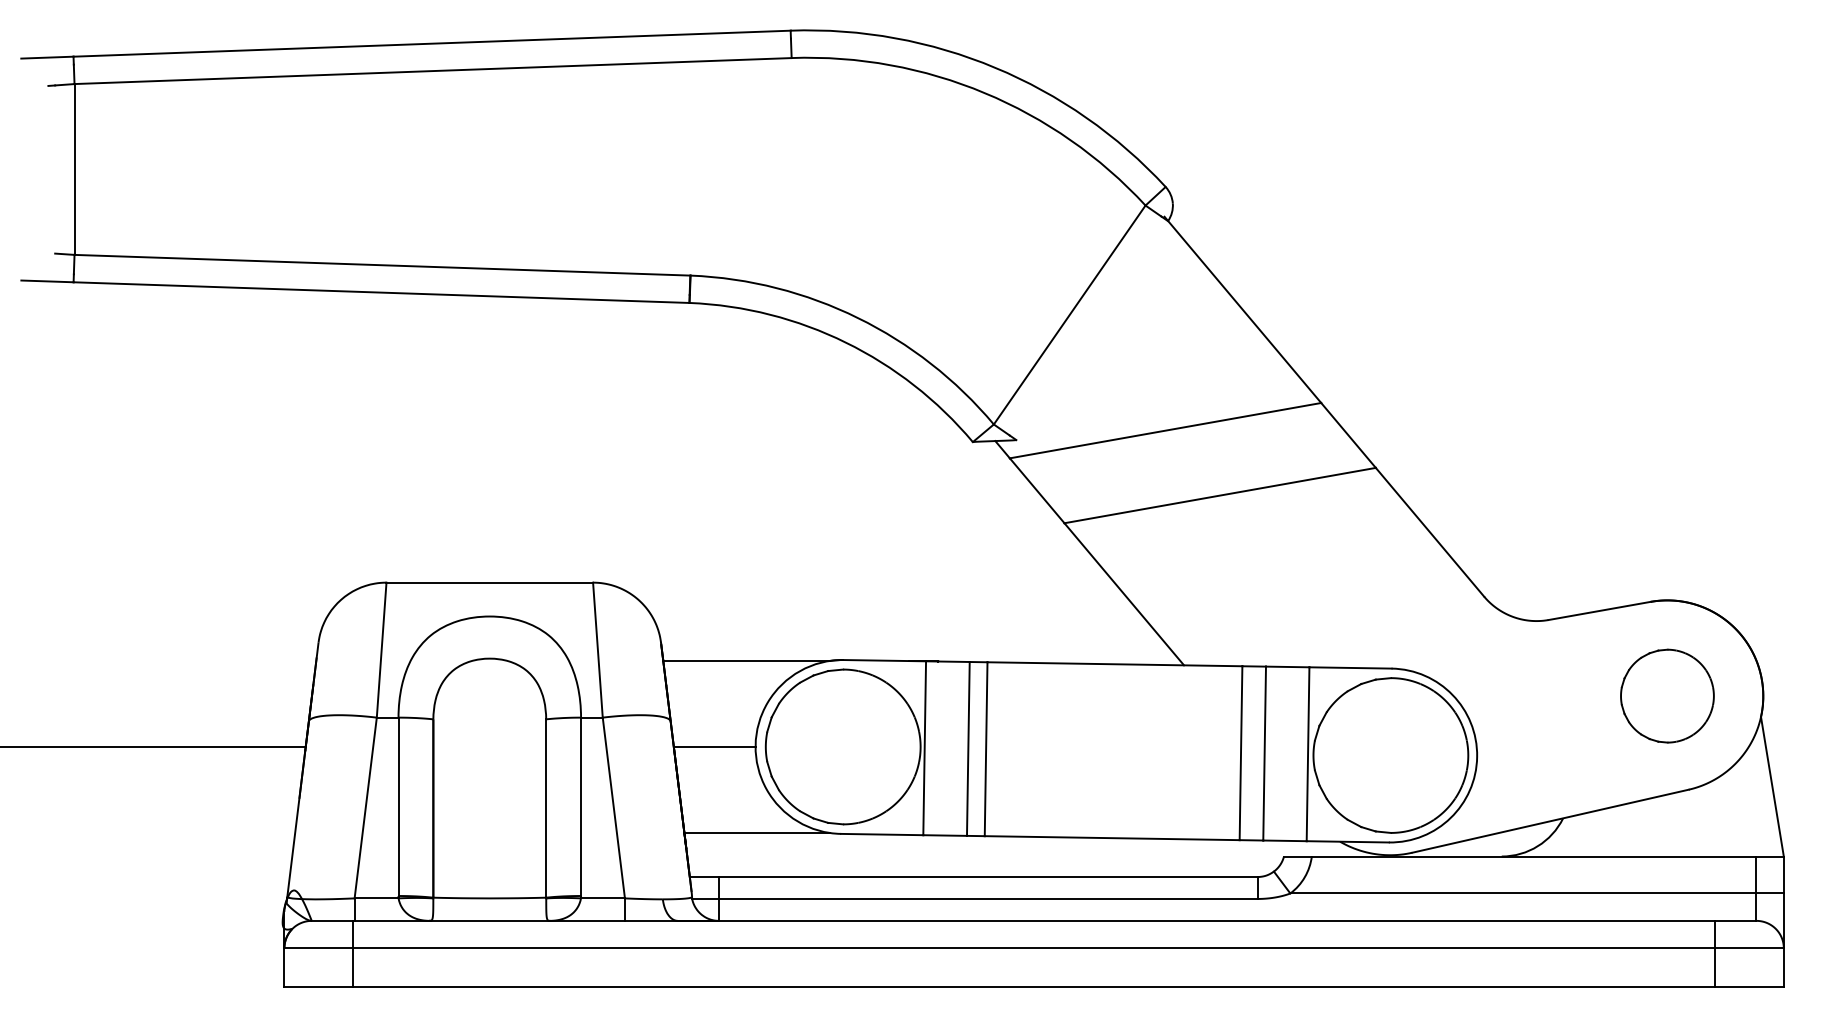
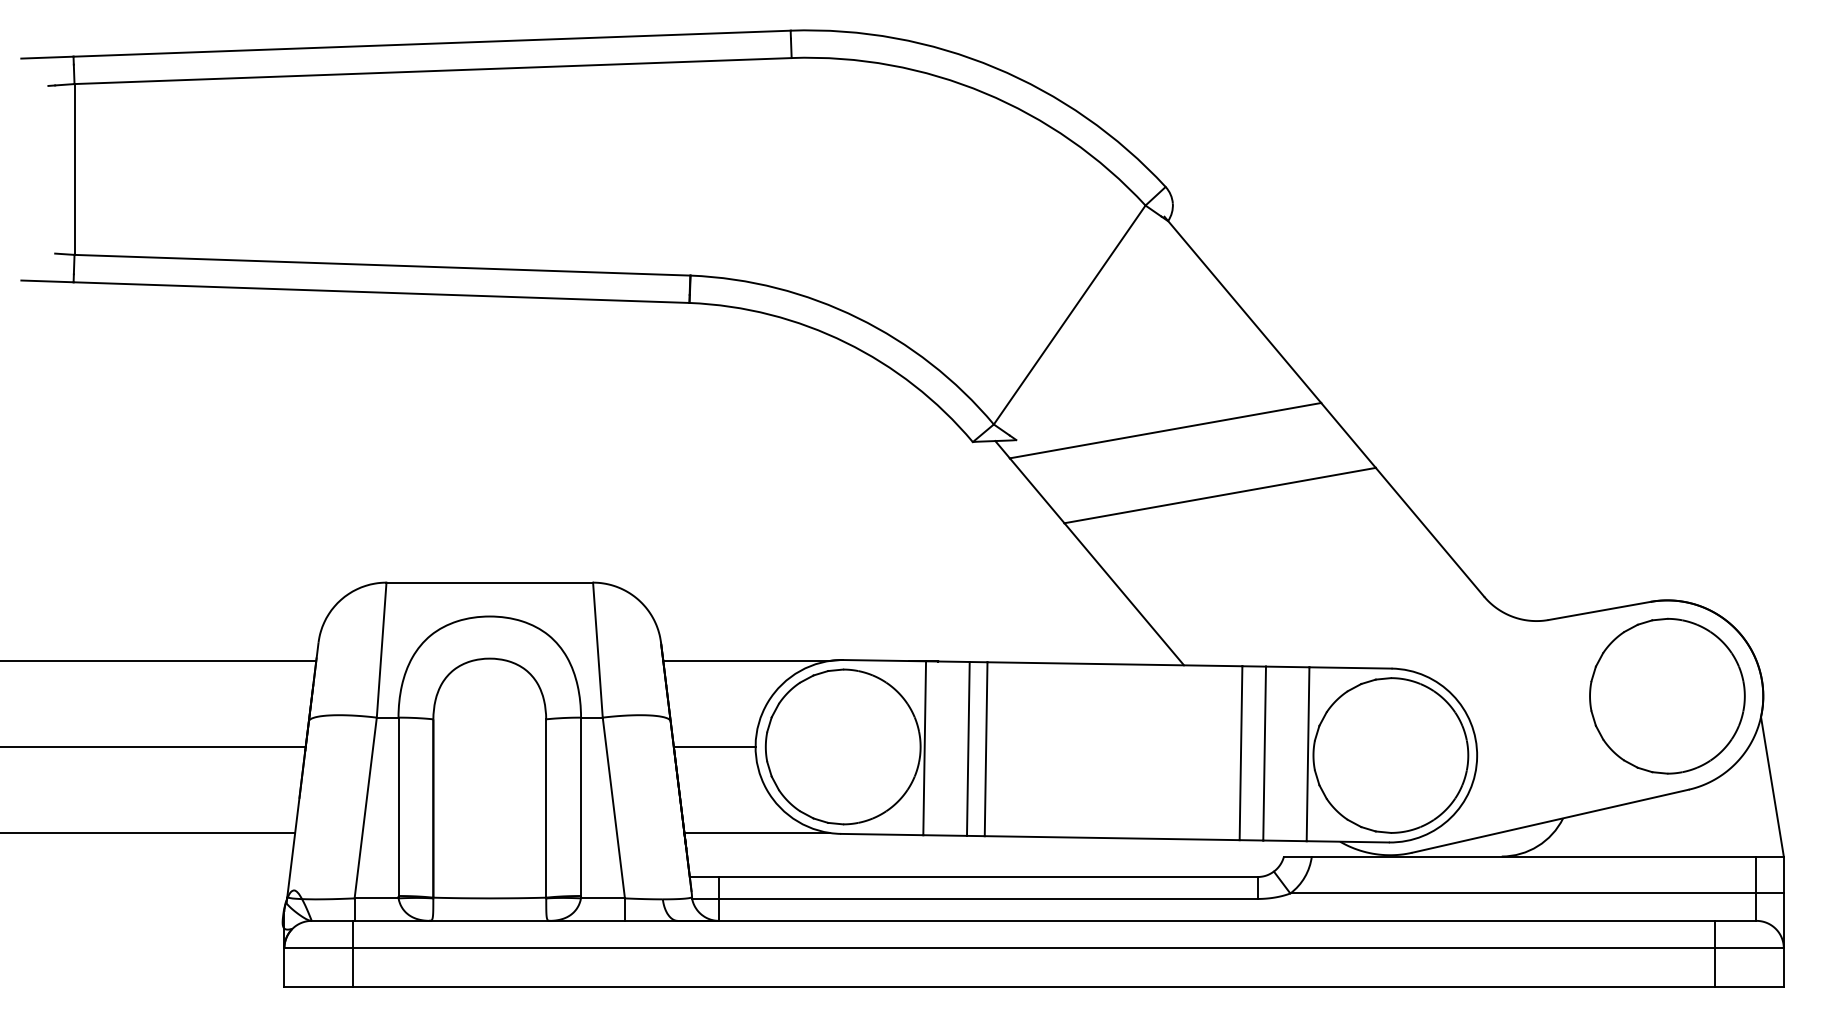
line at (159, 661): none -> present
part at (1667, 695) size: 95x96 px -> 157x158 px
line at (148, 832): none -> present
